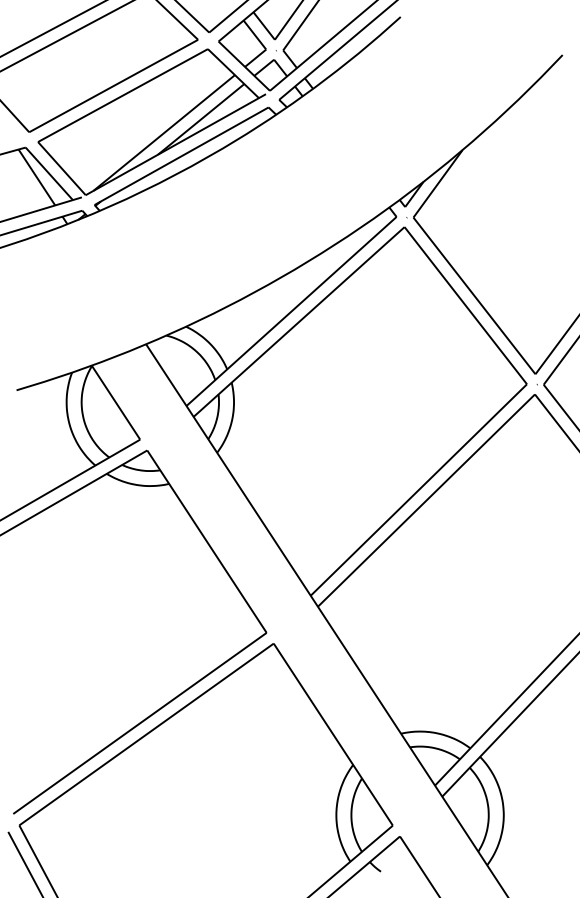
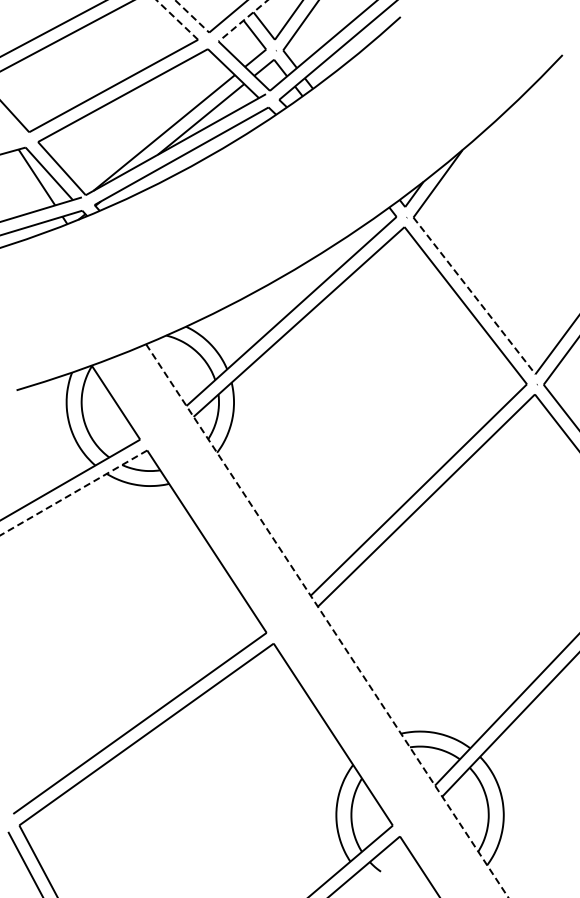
line at (192, 16): solid -> dashed
line at (177, 19): solid -> dashed
line at (242, 21): solid -> dashed
line at (474, 296): solid -> dashed
line at (73, 492): solid -> dashed
line at (327, 621): solid -> dashed
